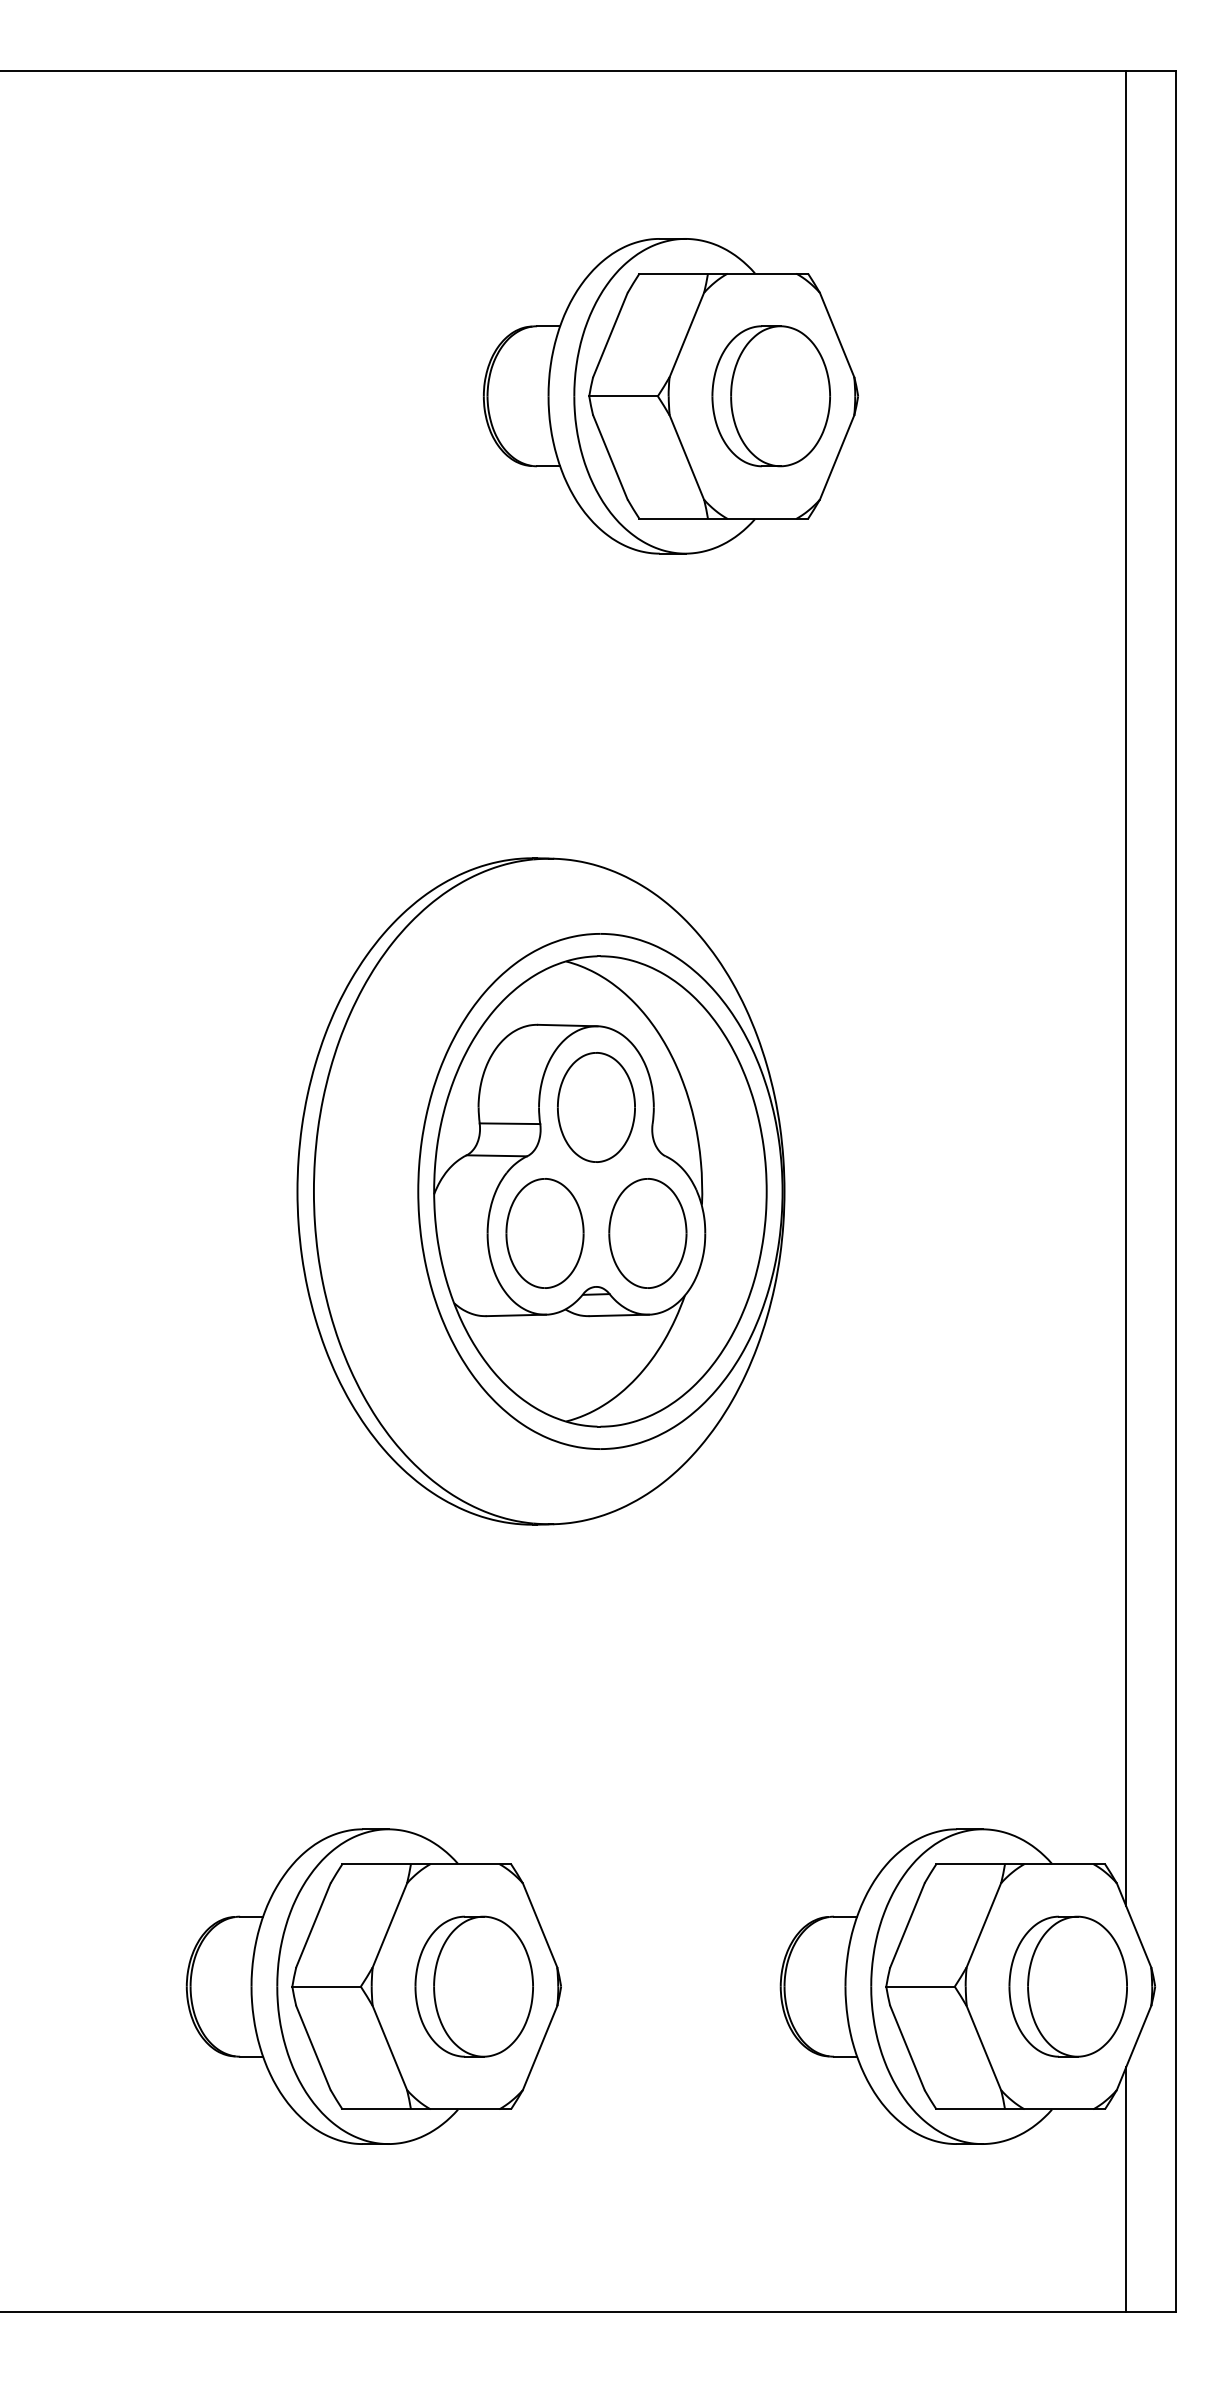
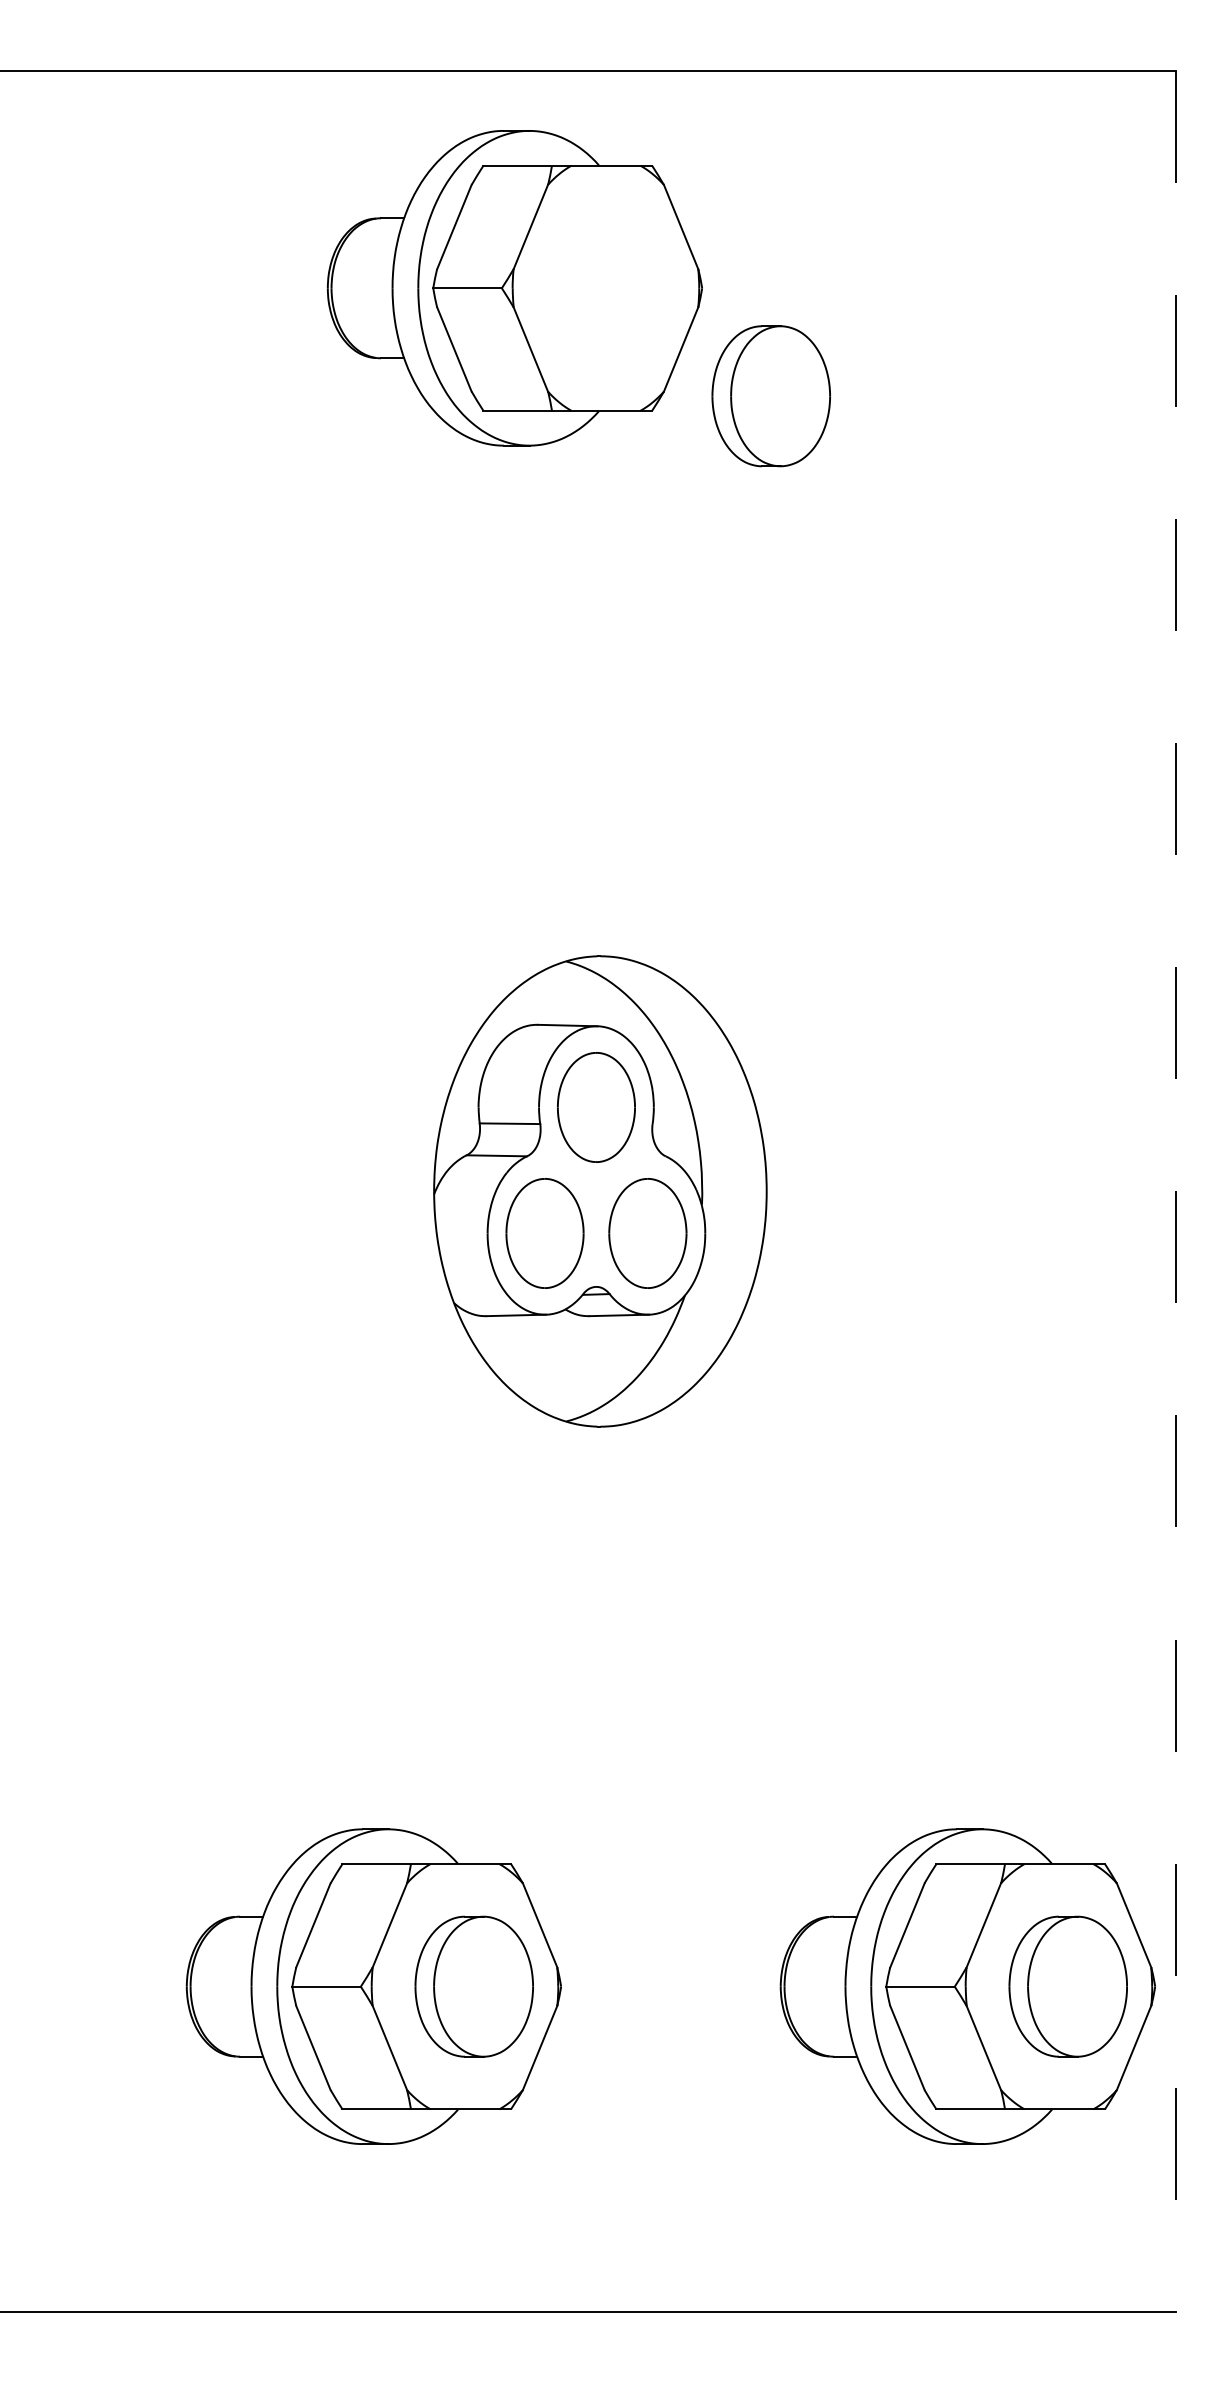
part at (670, 396) position: (670, 396) -> (514, 288)
line at (1126, 988): present -> none
part at (540, 1191): present -> none
line at (1175, 1191): solid -> dashed
line at (1126, 2189): present -> none
